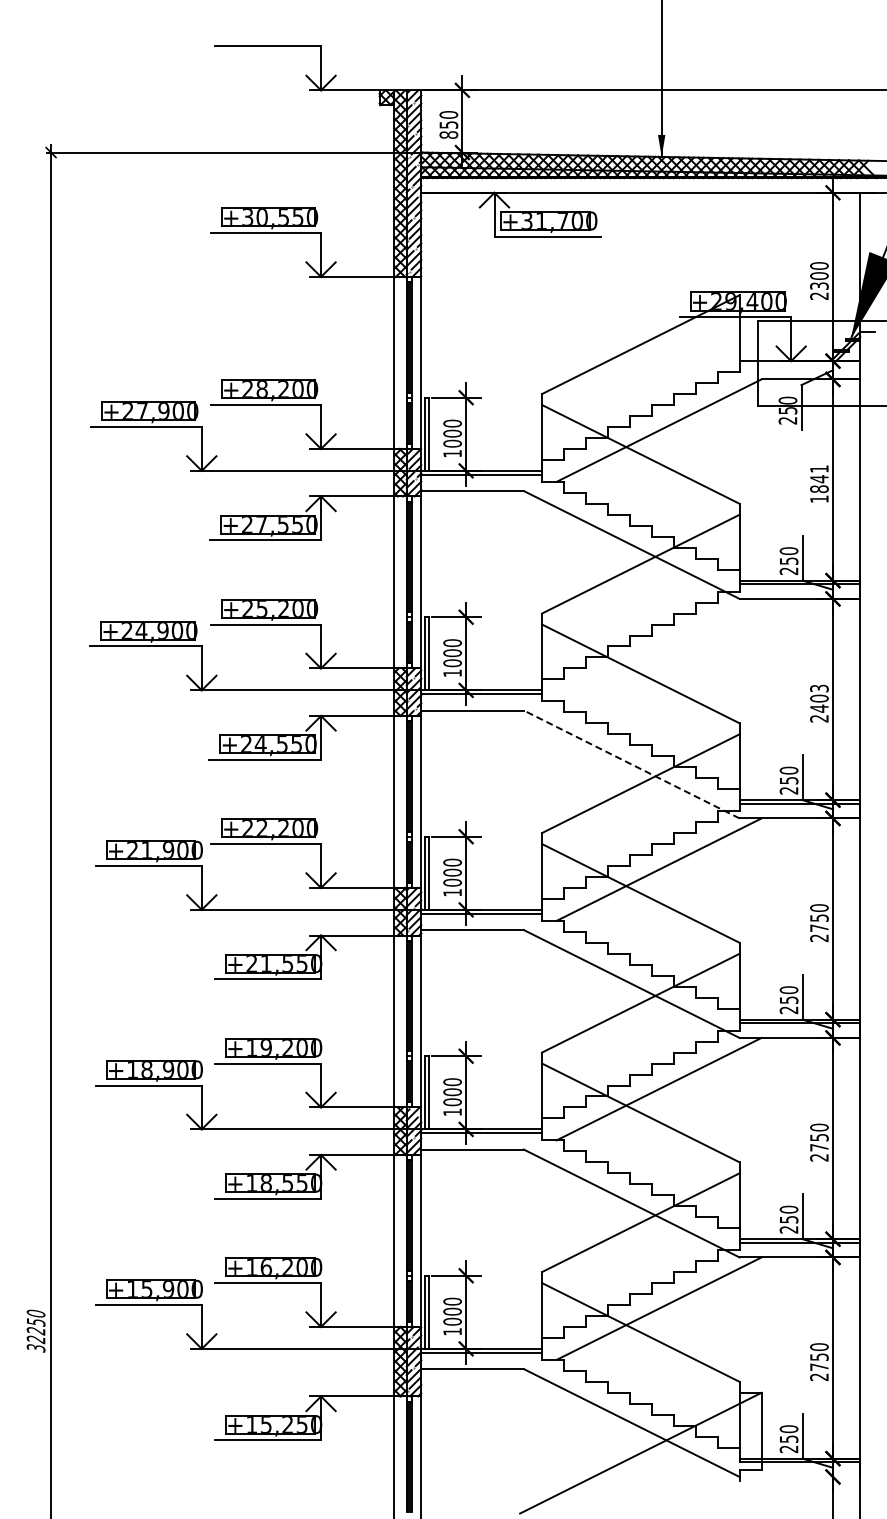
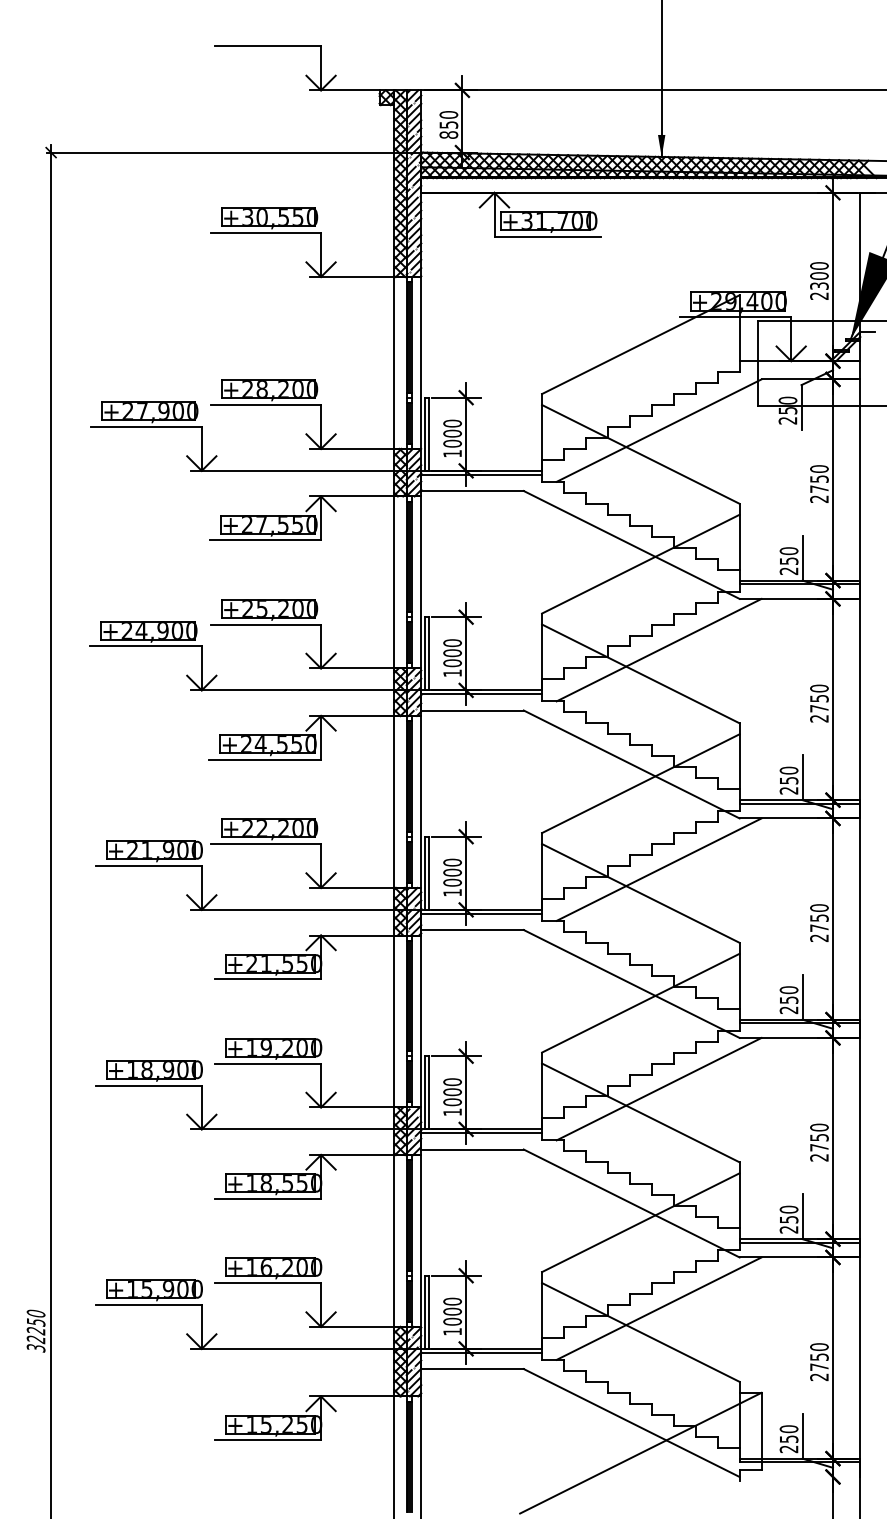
text at (819, 484): 1841 -> 2750
line at (658, 649): none -> present
text at (819, 698): 2403 -> 2750
line at (631, 764): dashed -> solid
